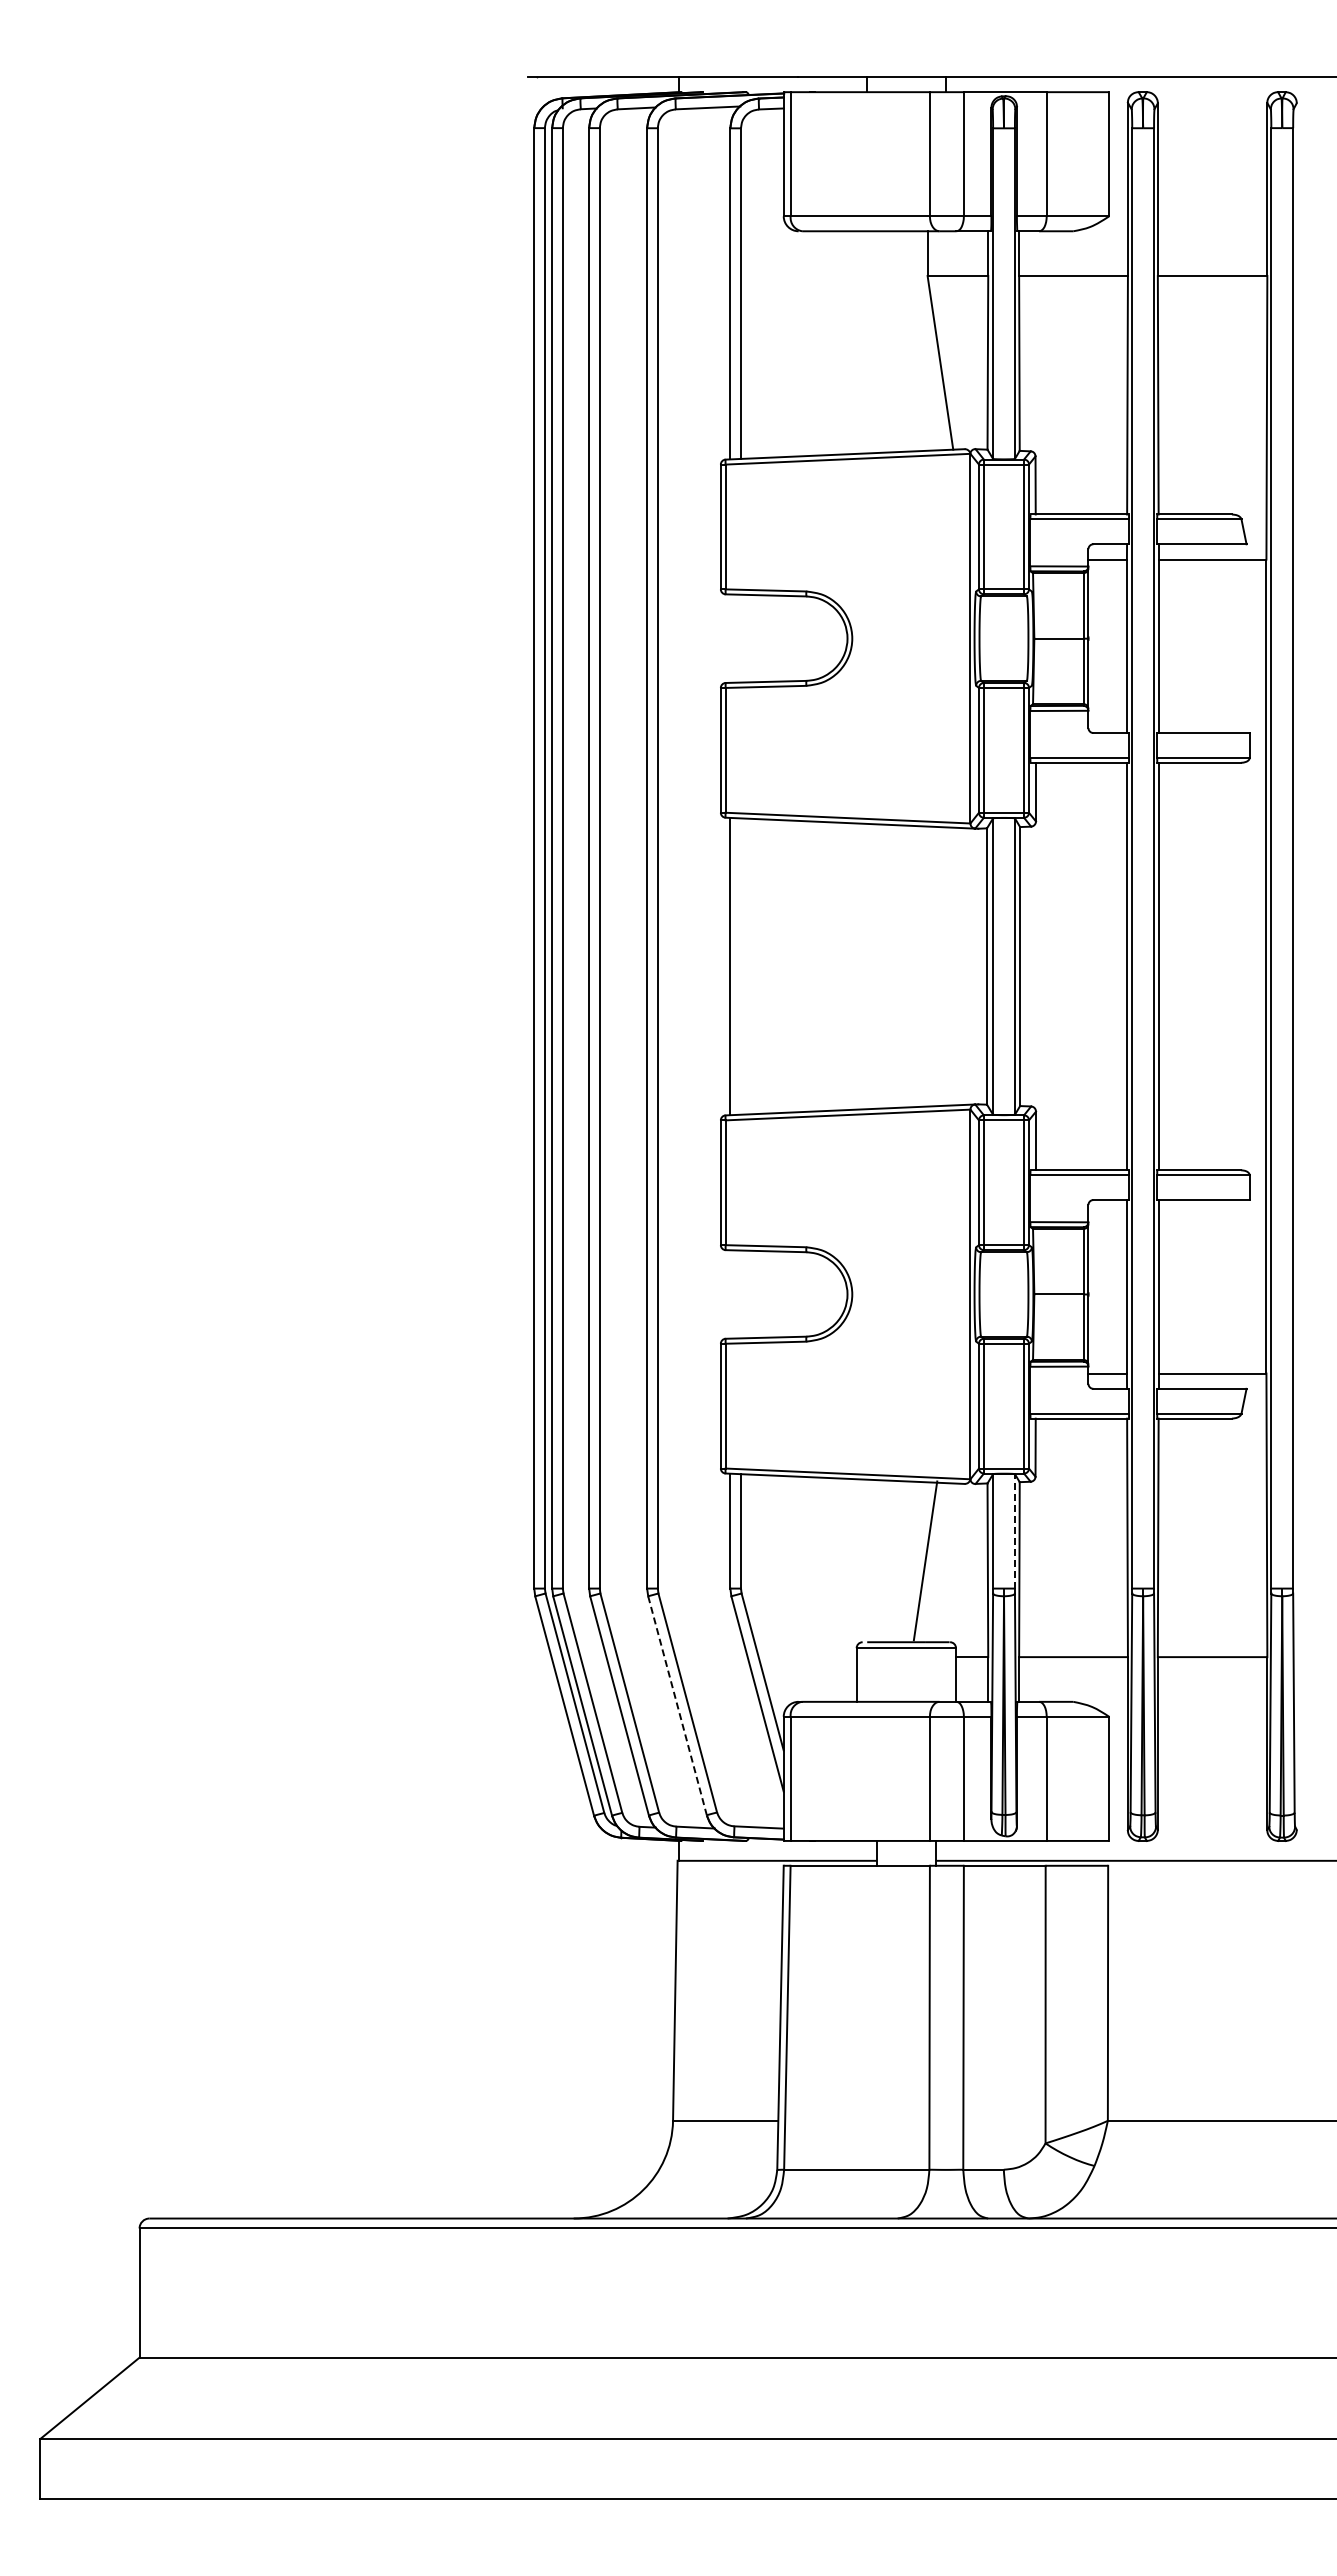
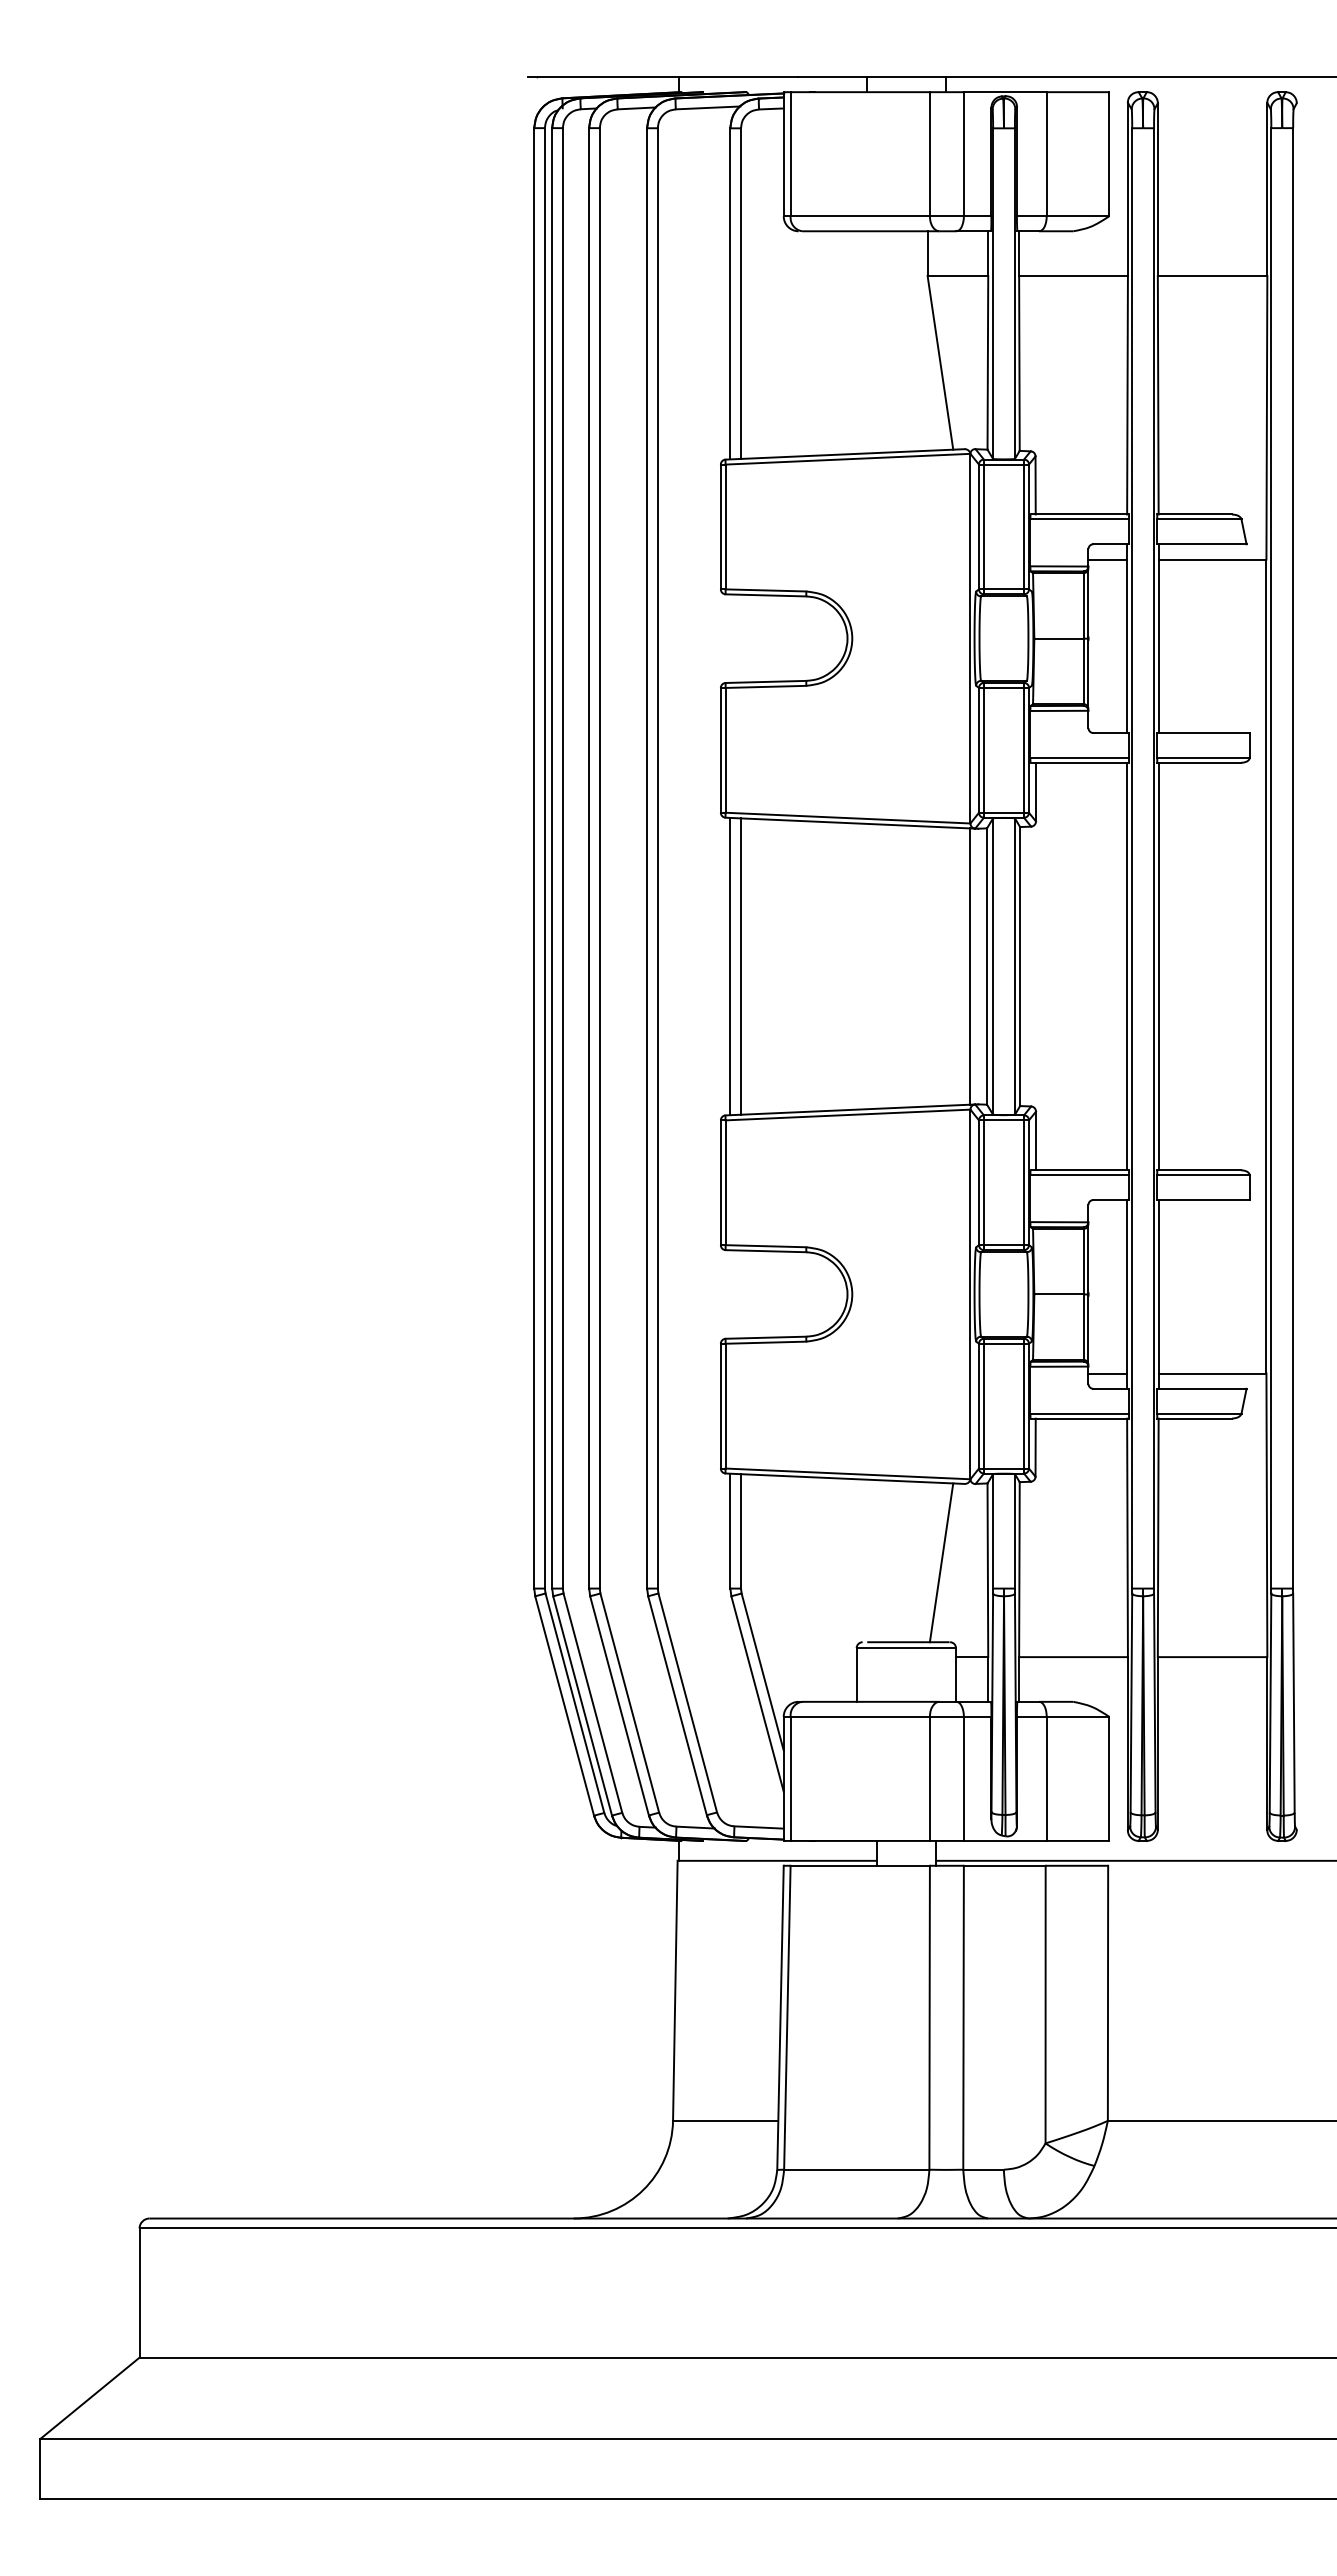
line at (741, 966): none -> present
line at (969, 966): none -> present
line at (1014, 1530): dashed -> solid
line at (925, 1560) position: (925, 1560) -> (941, 1562)
line at (677, 1706): dashed -> solid
